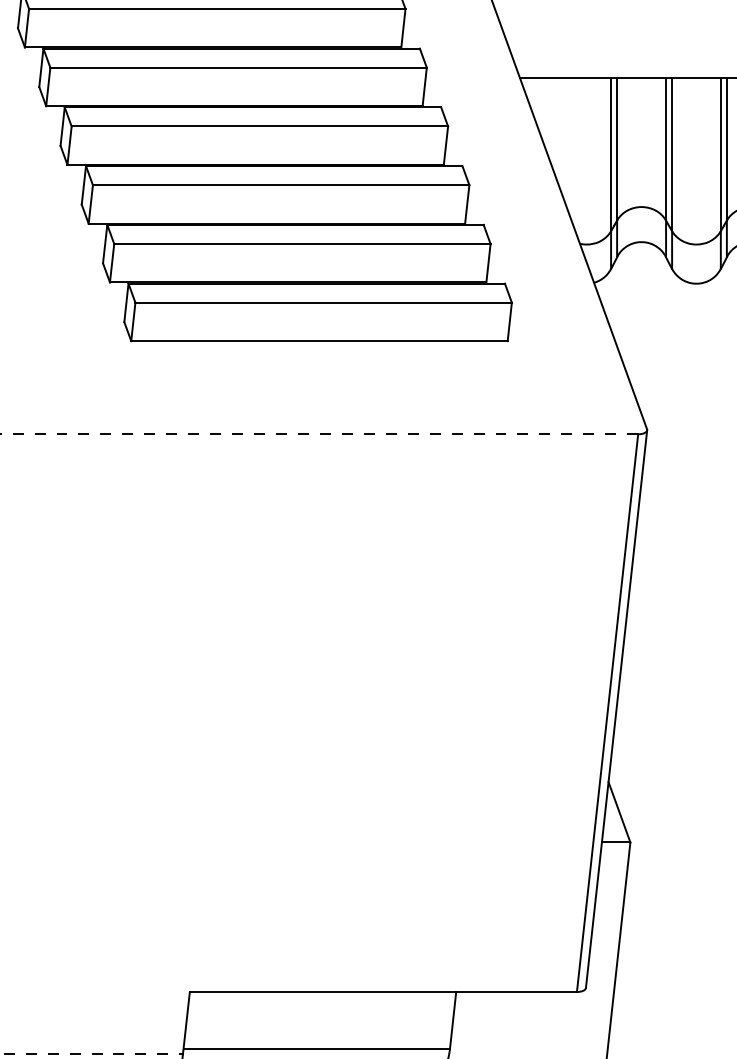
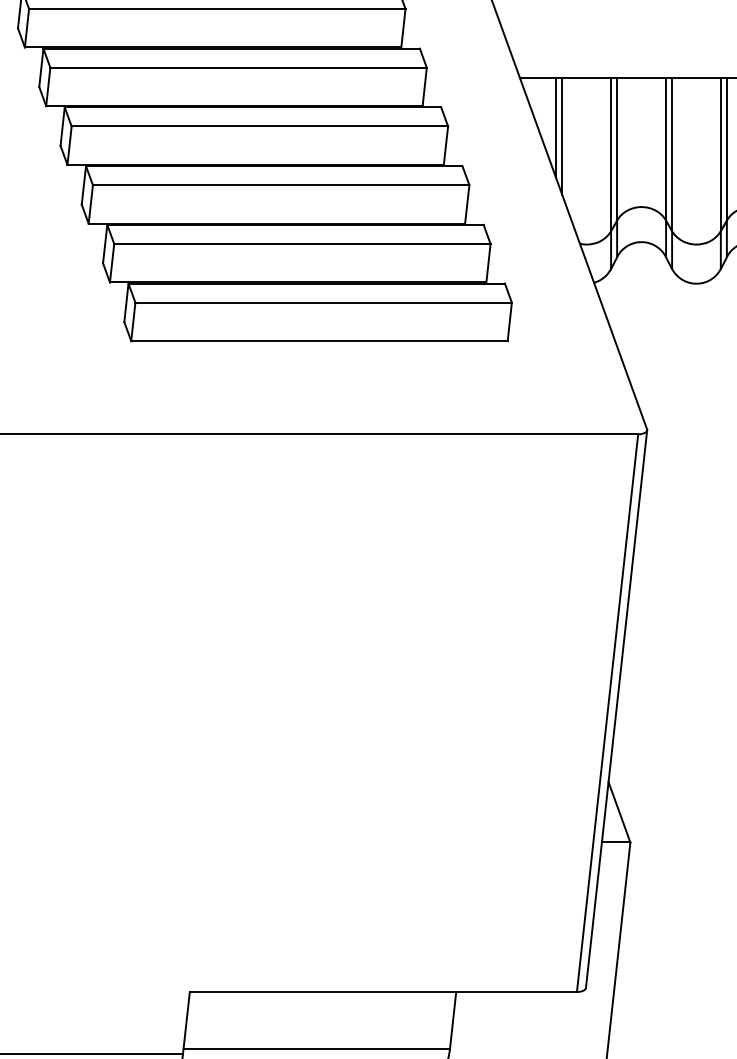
line at (556, 128): none -> present
line at (562, 136): none -> present
line at (319, 434): dashed -> solid
line at (92, 1054): dashed -> solid
